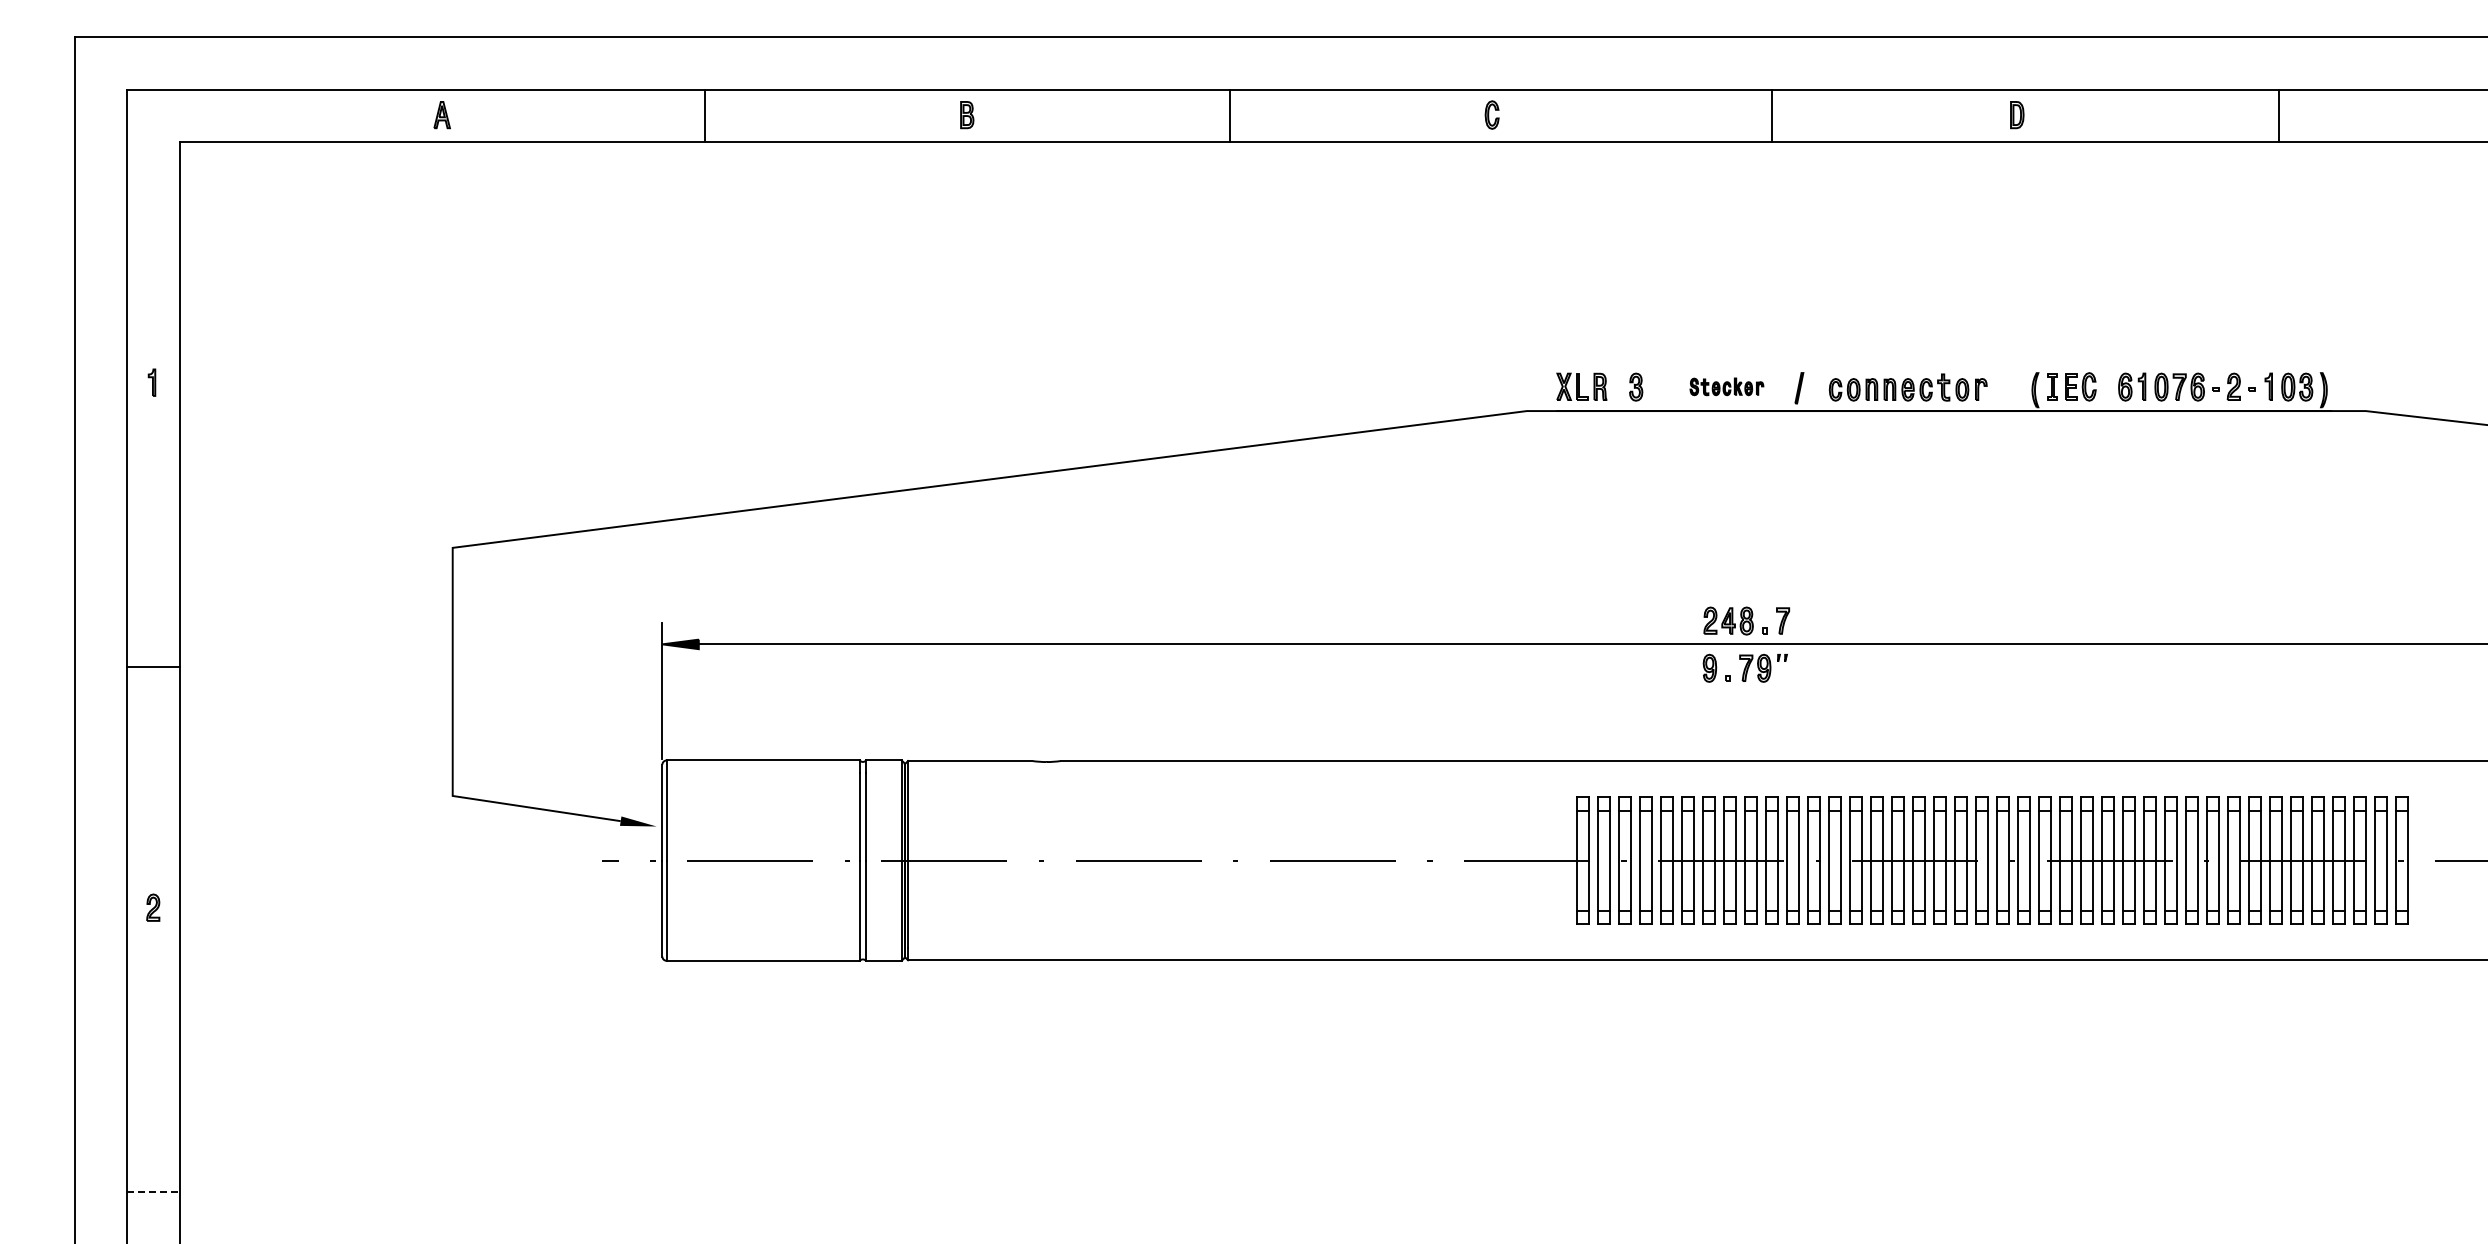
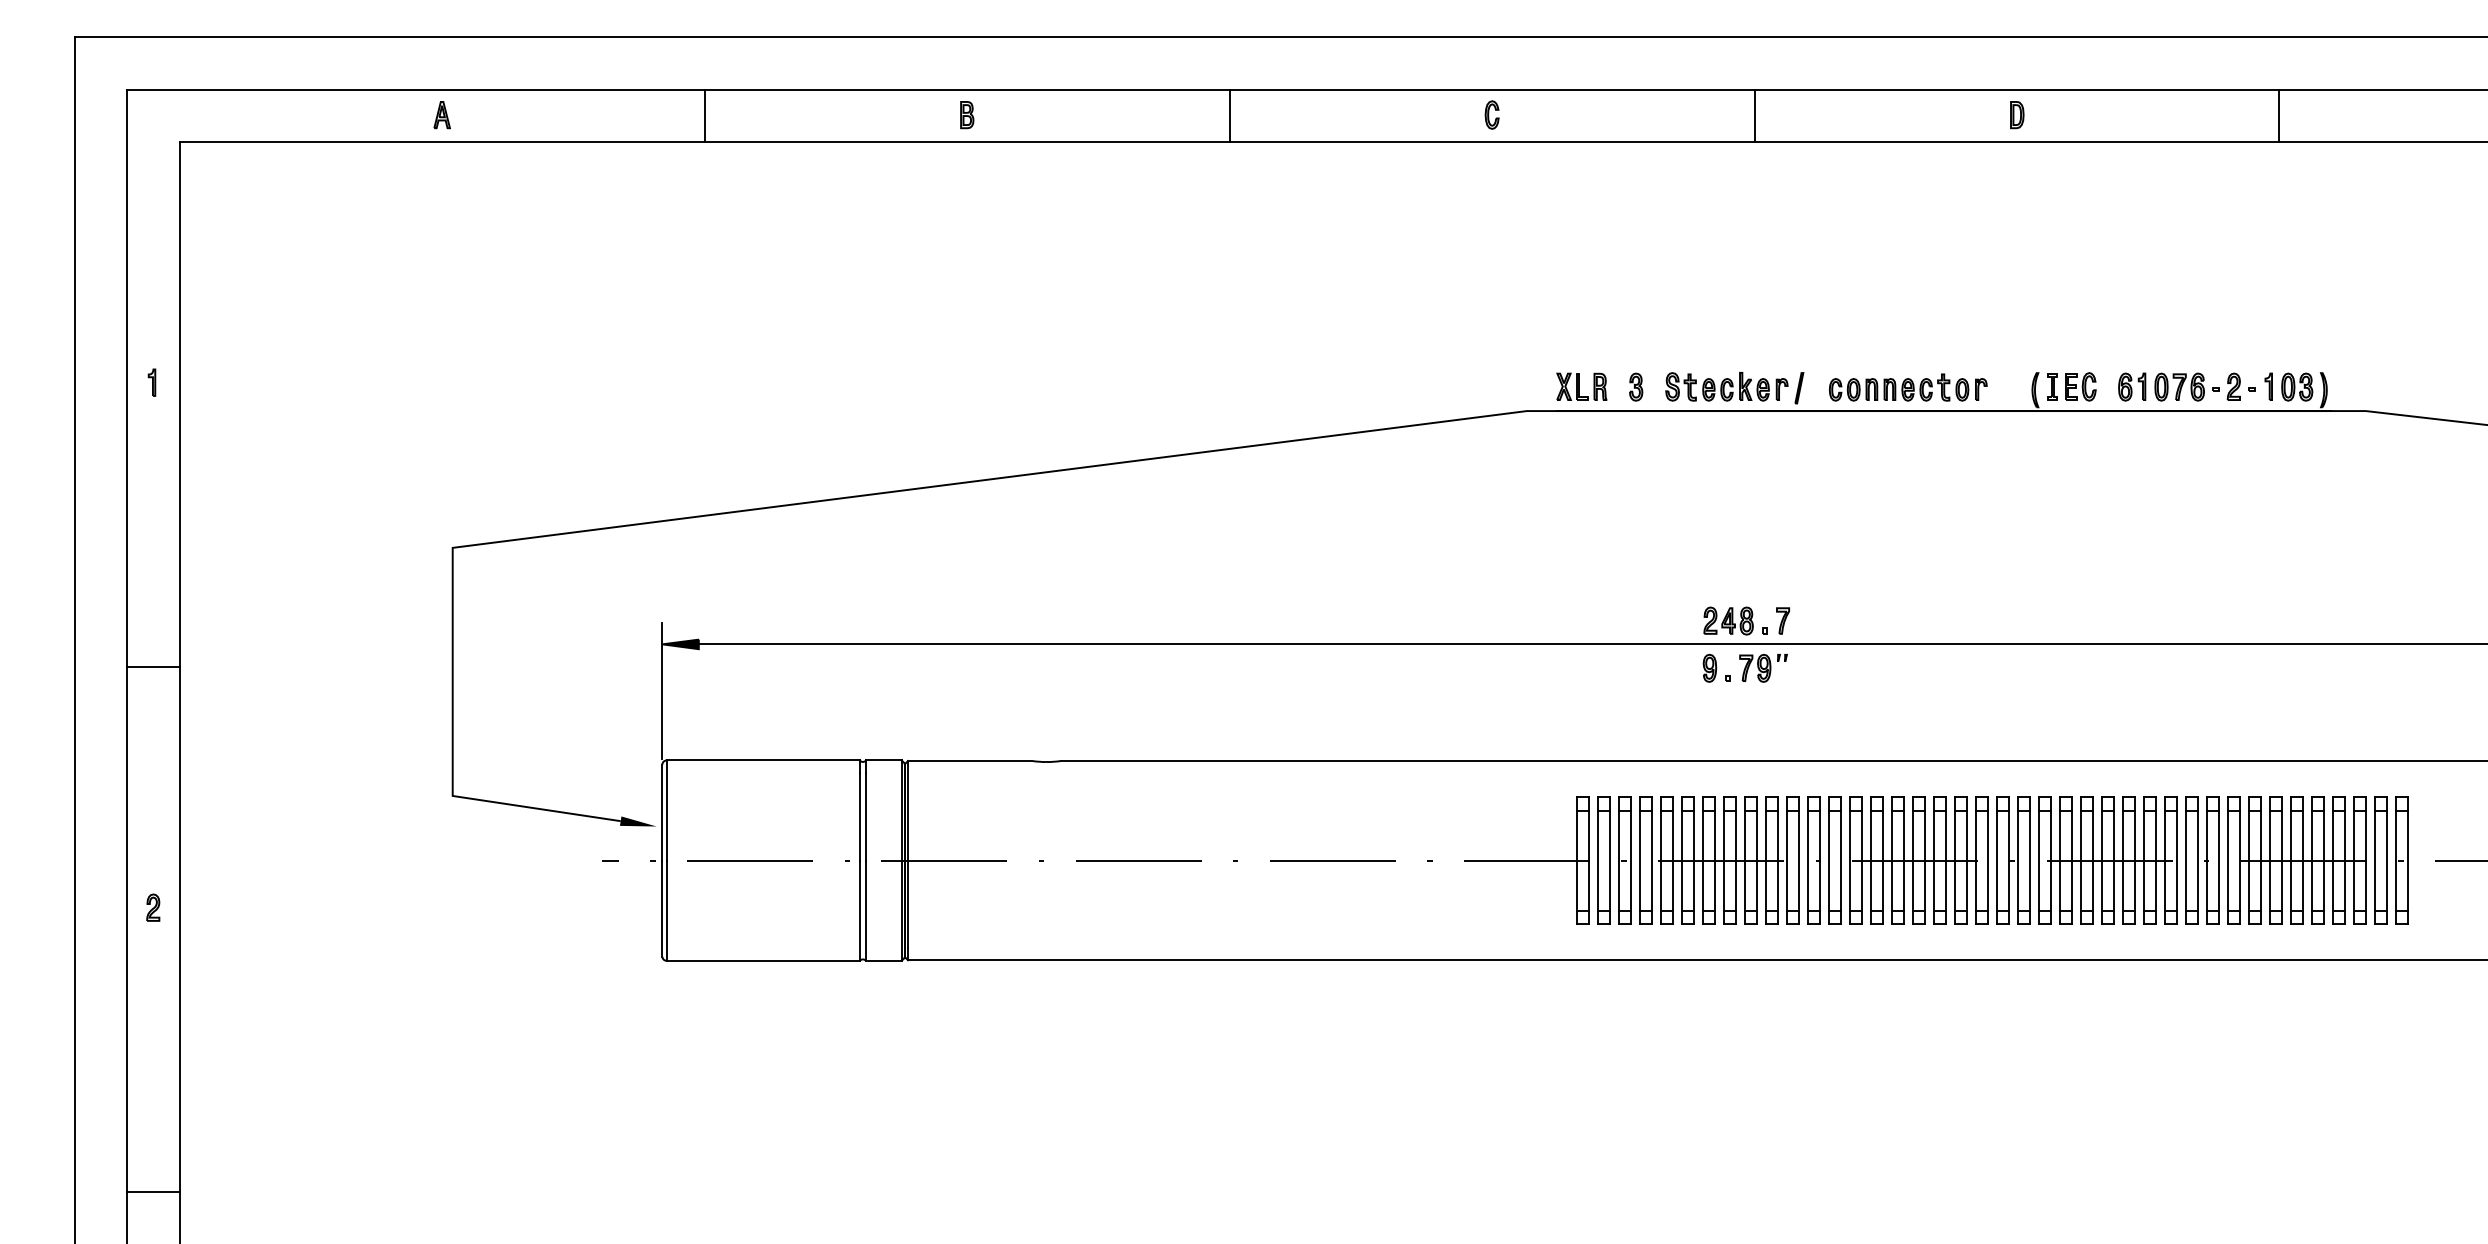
line at (1771, 115) position: (1771, 115) -> (1754, 115)
part at (1726, 386) size: 76x20 px -> 124x30 px
line at (153, 1192): dashed -> solid
